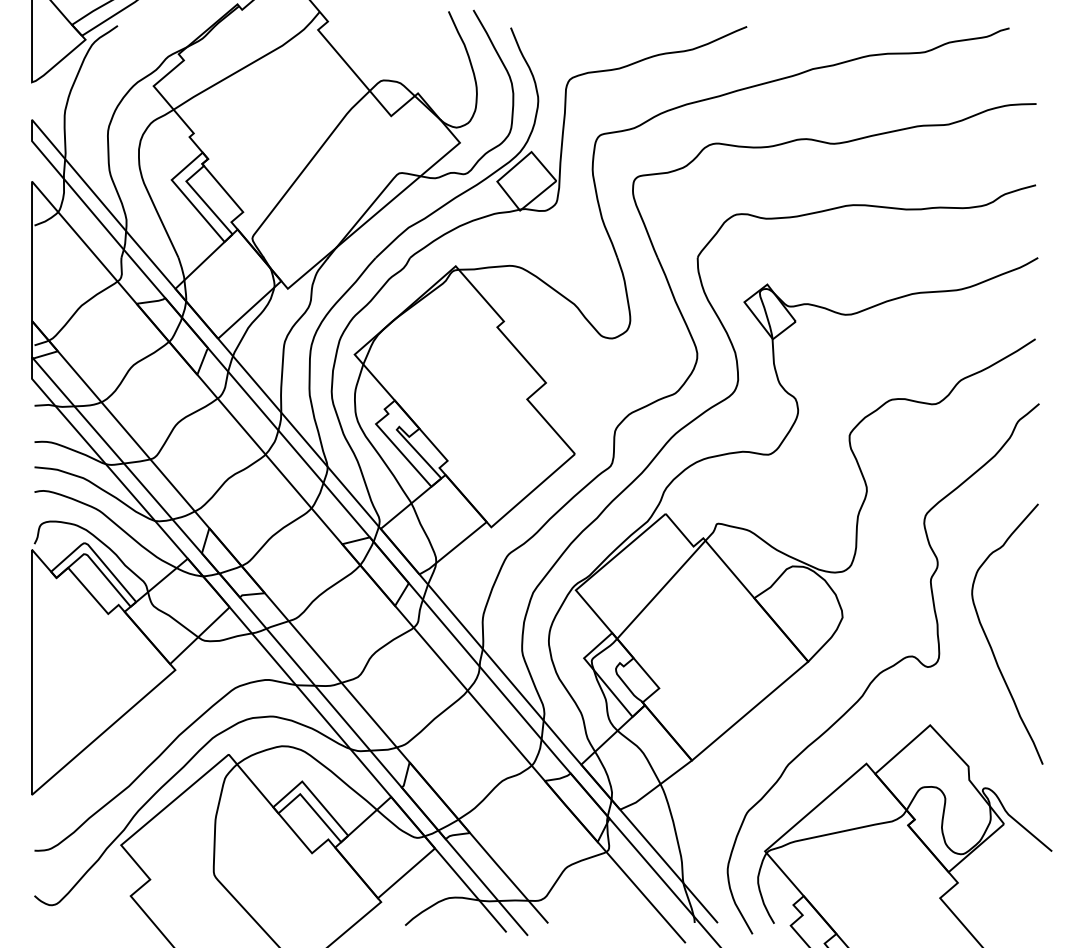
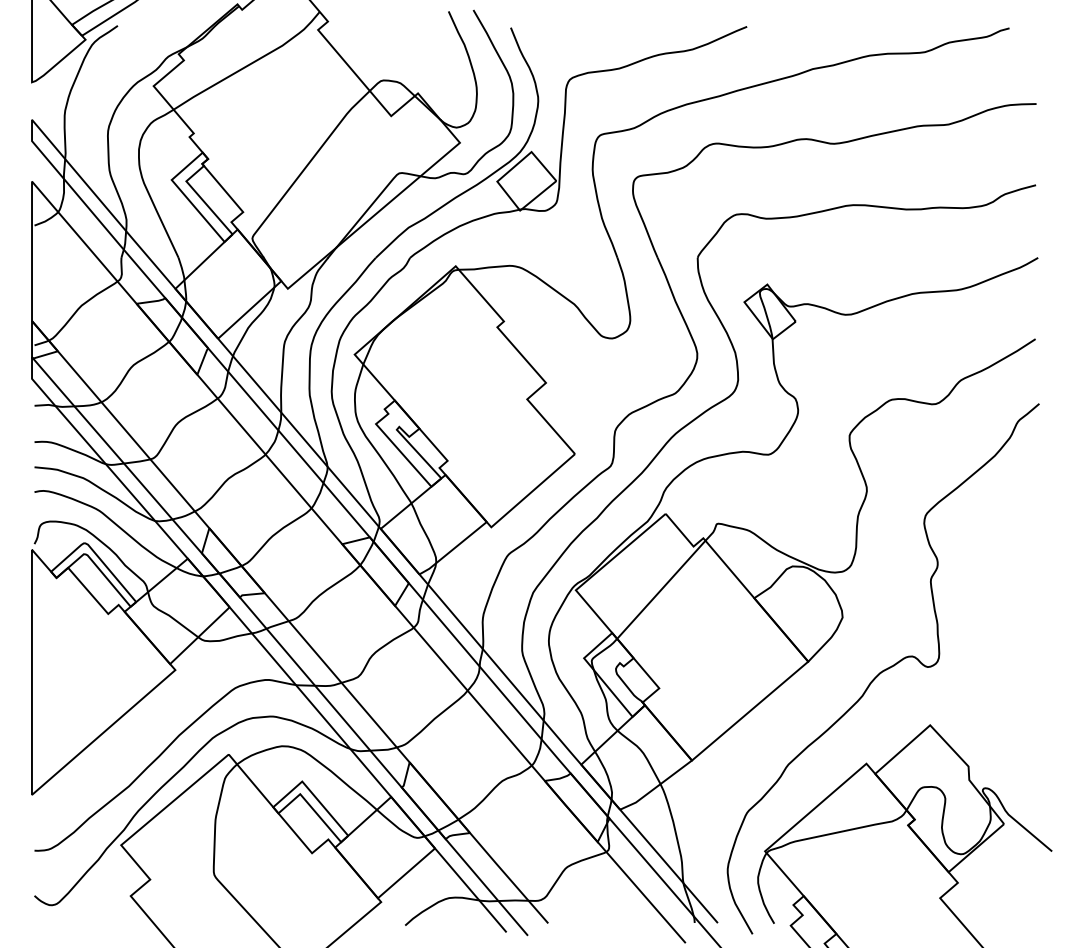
curve at (989, 641): present -> none
